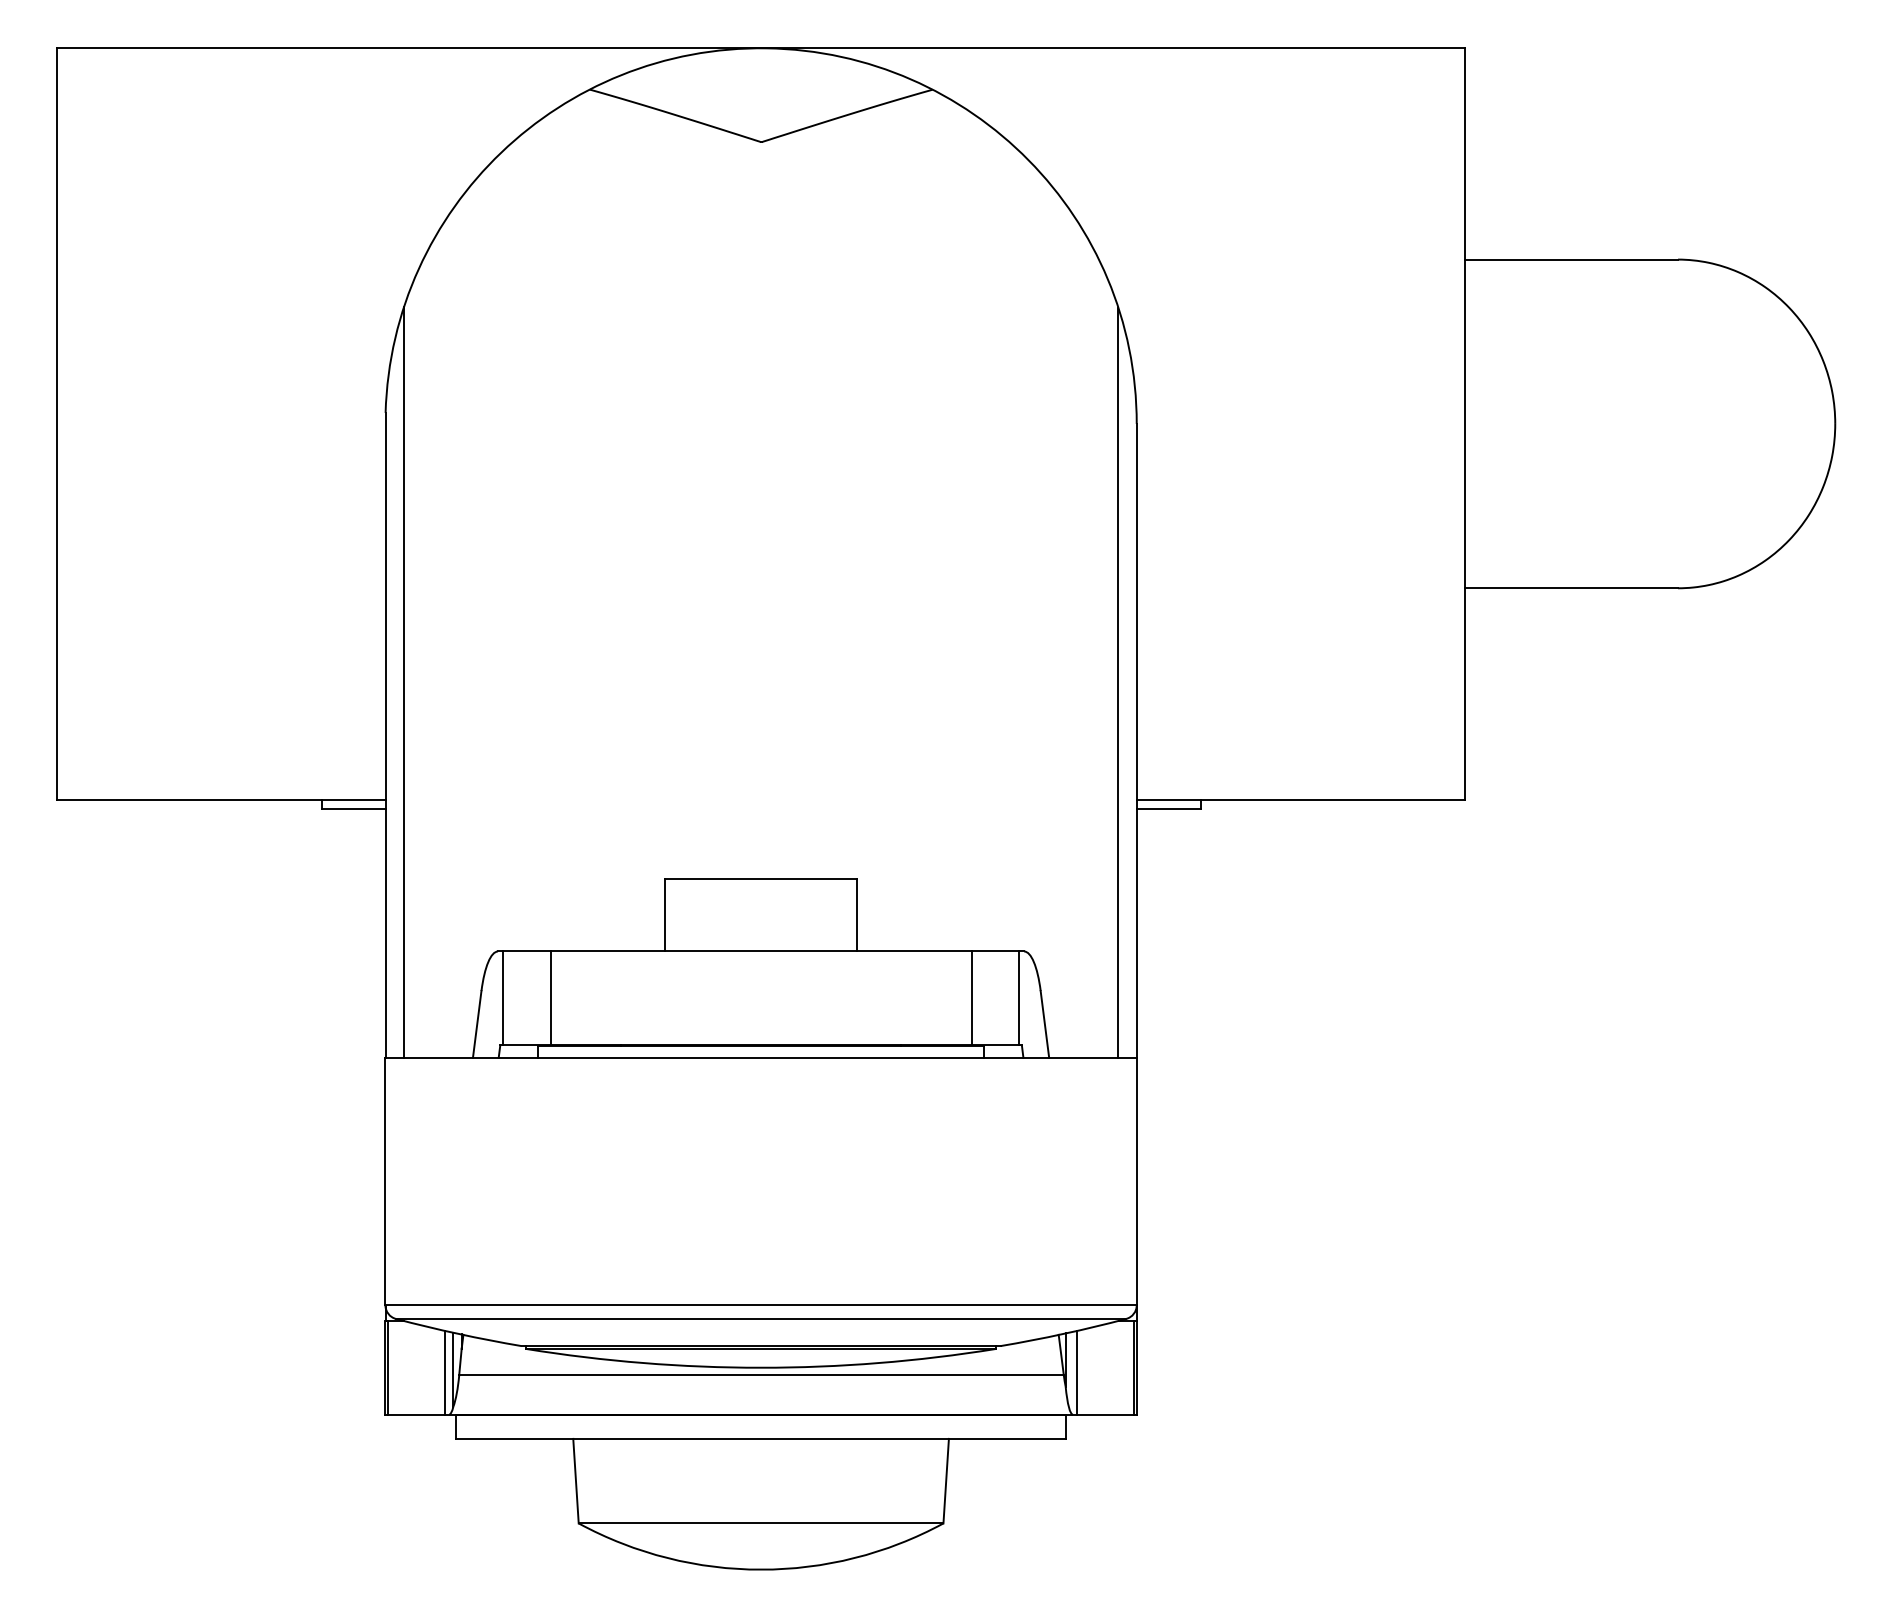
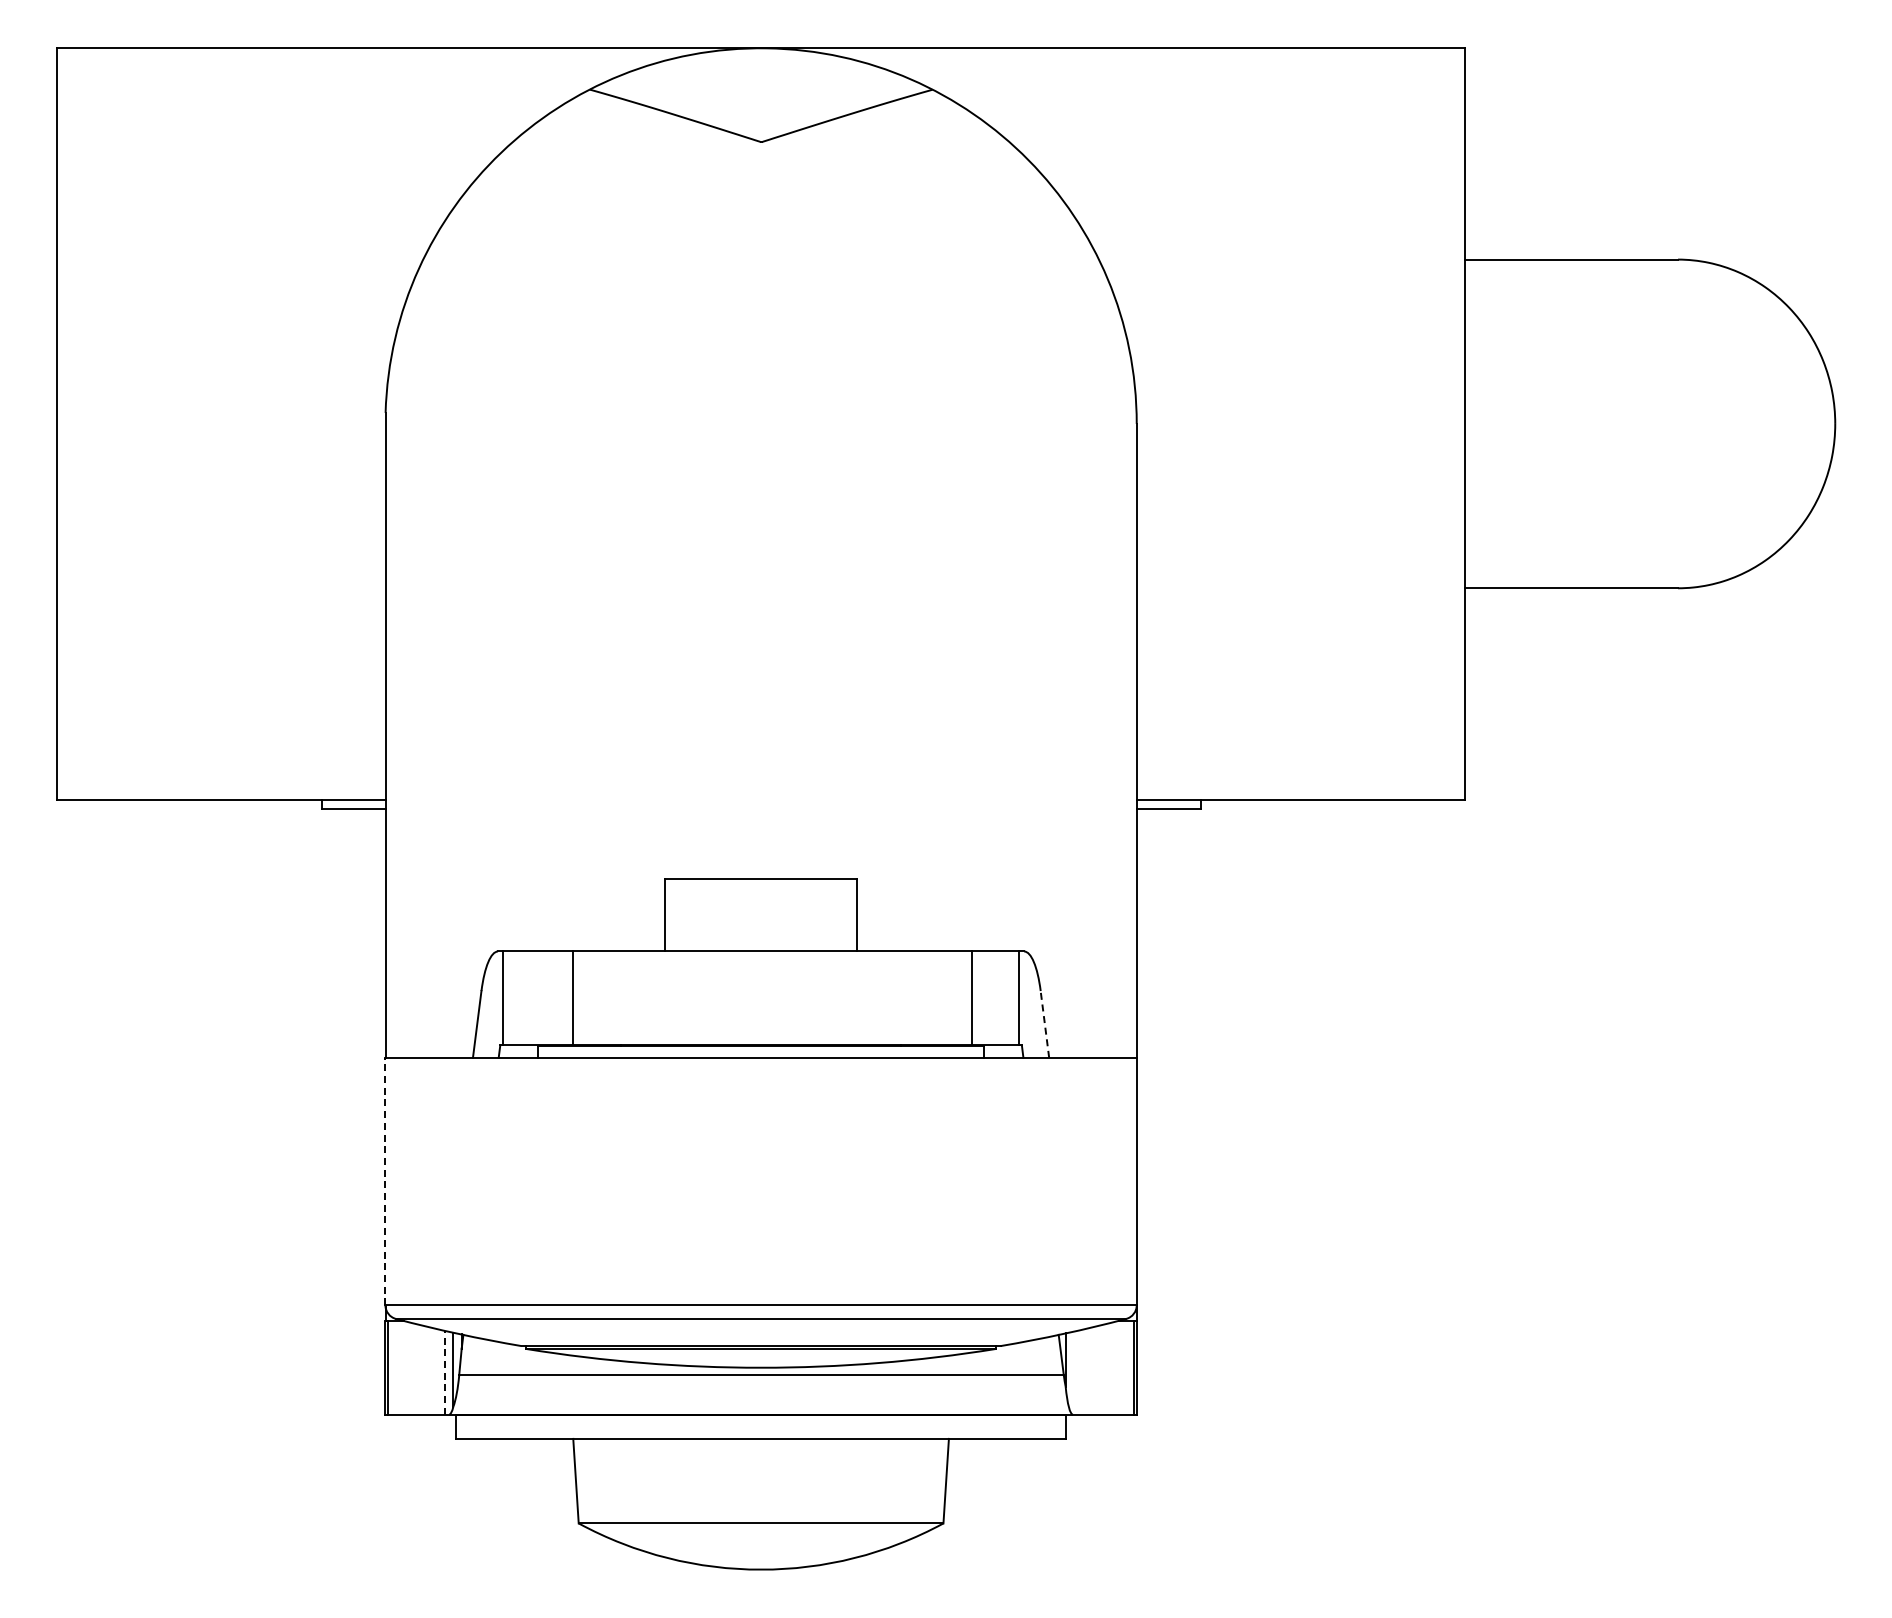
line at (403, 682): present -> none
line at (1118, 682): present -> none
line at (550, 998) position: (550, 998) -> (572, 998)
line at (1044, 1024): solid -> dashed
line at (385, 1181): solid -> dashed
line at (445, 1372): solid -> dashed
line at (1076, 1372): present -> none
